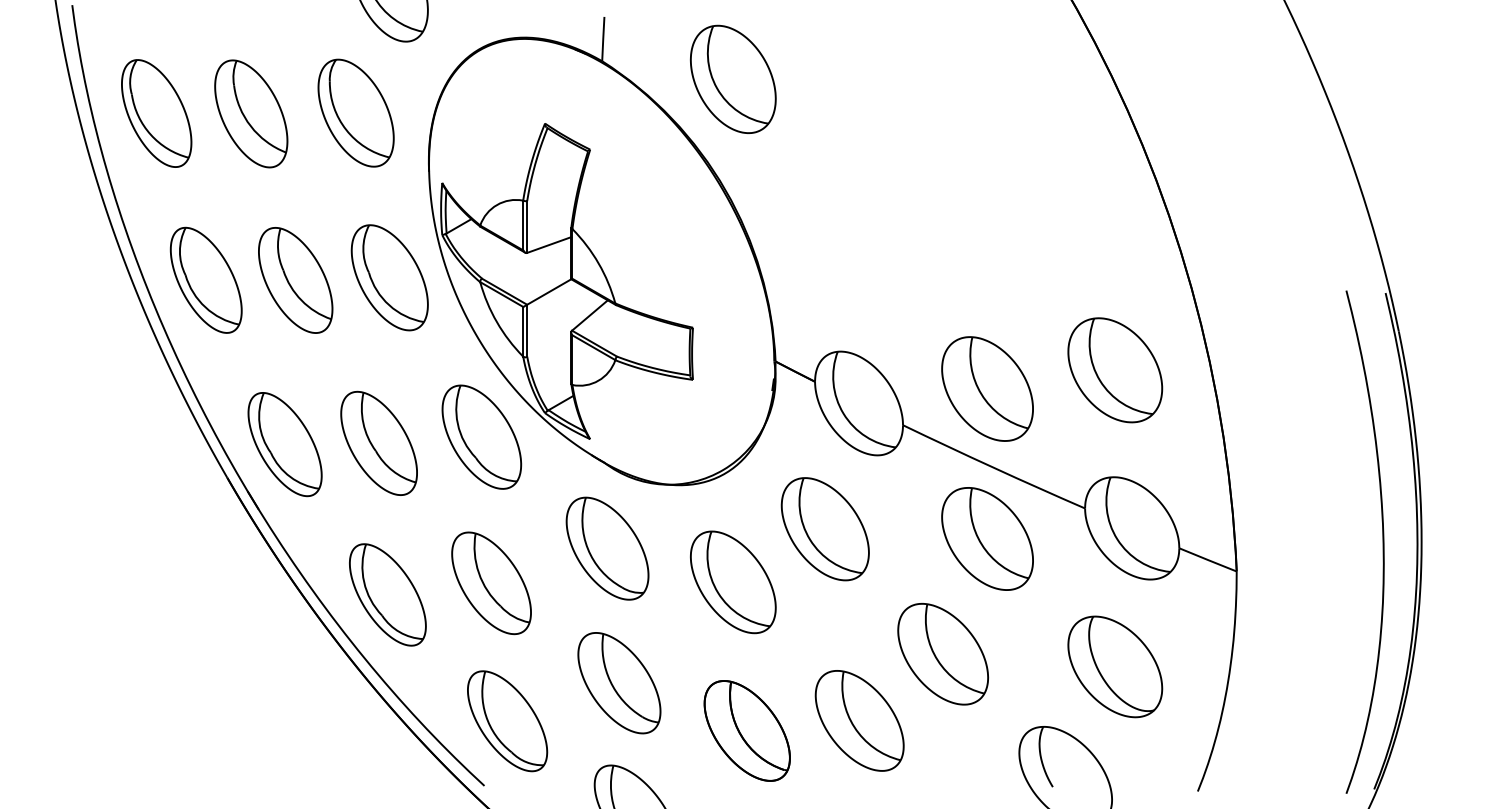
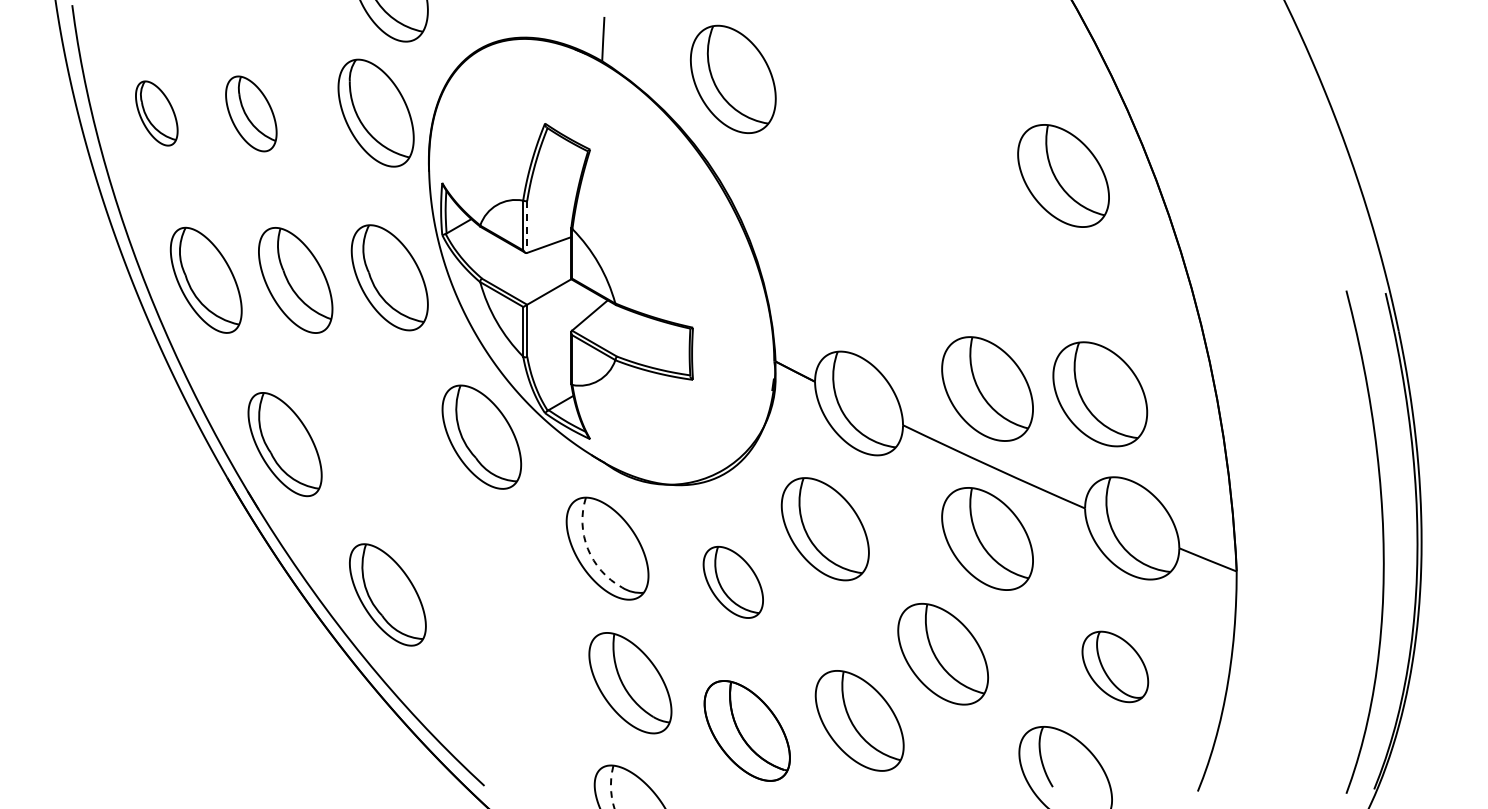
part at (355, 112) position: (355, 112) -> (375, 112)
part at (156, 113) size: 72x109 px -> 44x67 px
part at (251, 113) size: 75x110 px -> 53x78 px
part at (1063, 175): none -> present
line at (527, 226): solid -> dashed
part at (1115, 370) position: (1115, 370) -> (1100, 394)
part at (378, 442): present -> none
arc at (587, 548): solid -> dashed
part at (733, 582) size: 87x105 px -> 62x74 px
part at (491, 583): present -> none
part at (1115, 666) size: 97x104 px -> 69x74 px
part at (619, 683) position: (619, 683) -> (630, 683)
part at (507, 721): present -> none
arc at (611, 787): solid -> dashed
